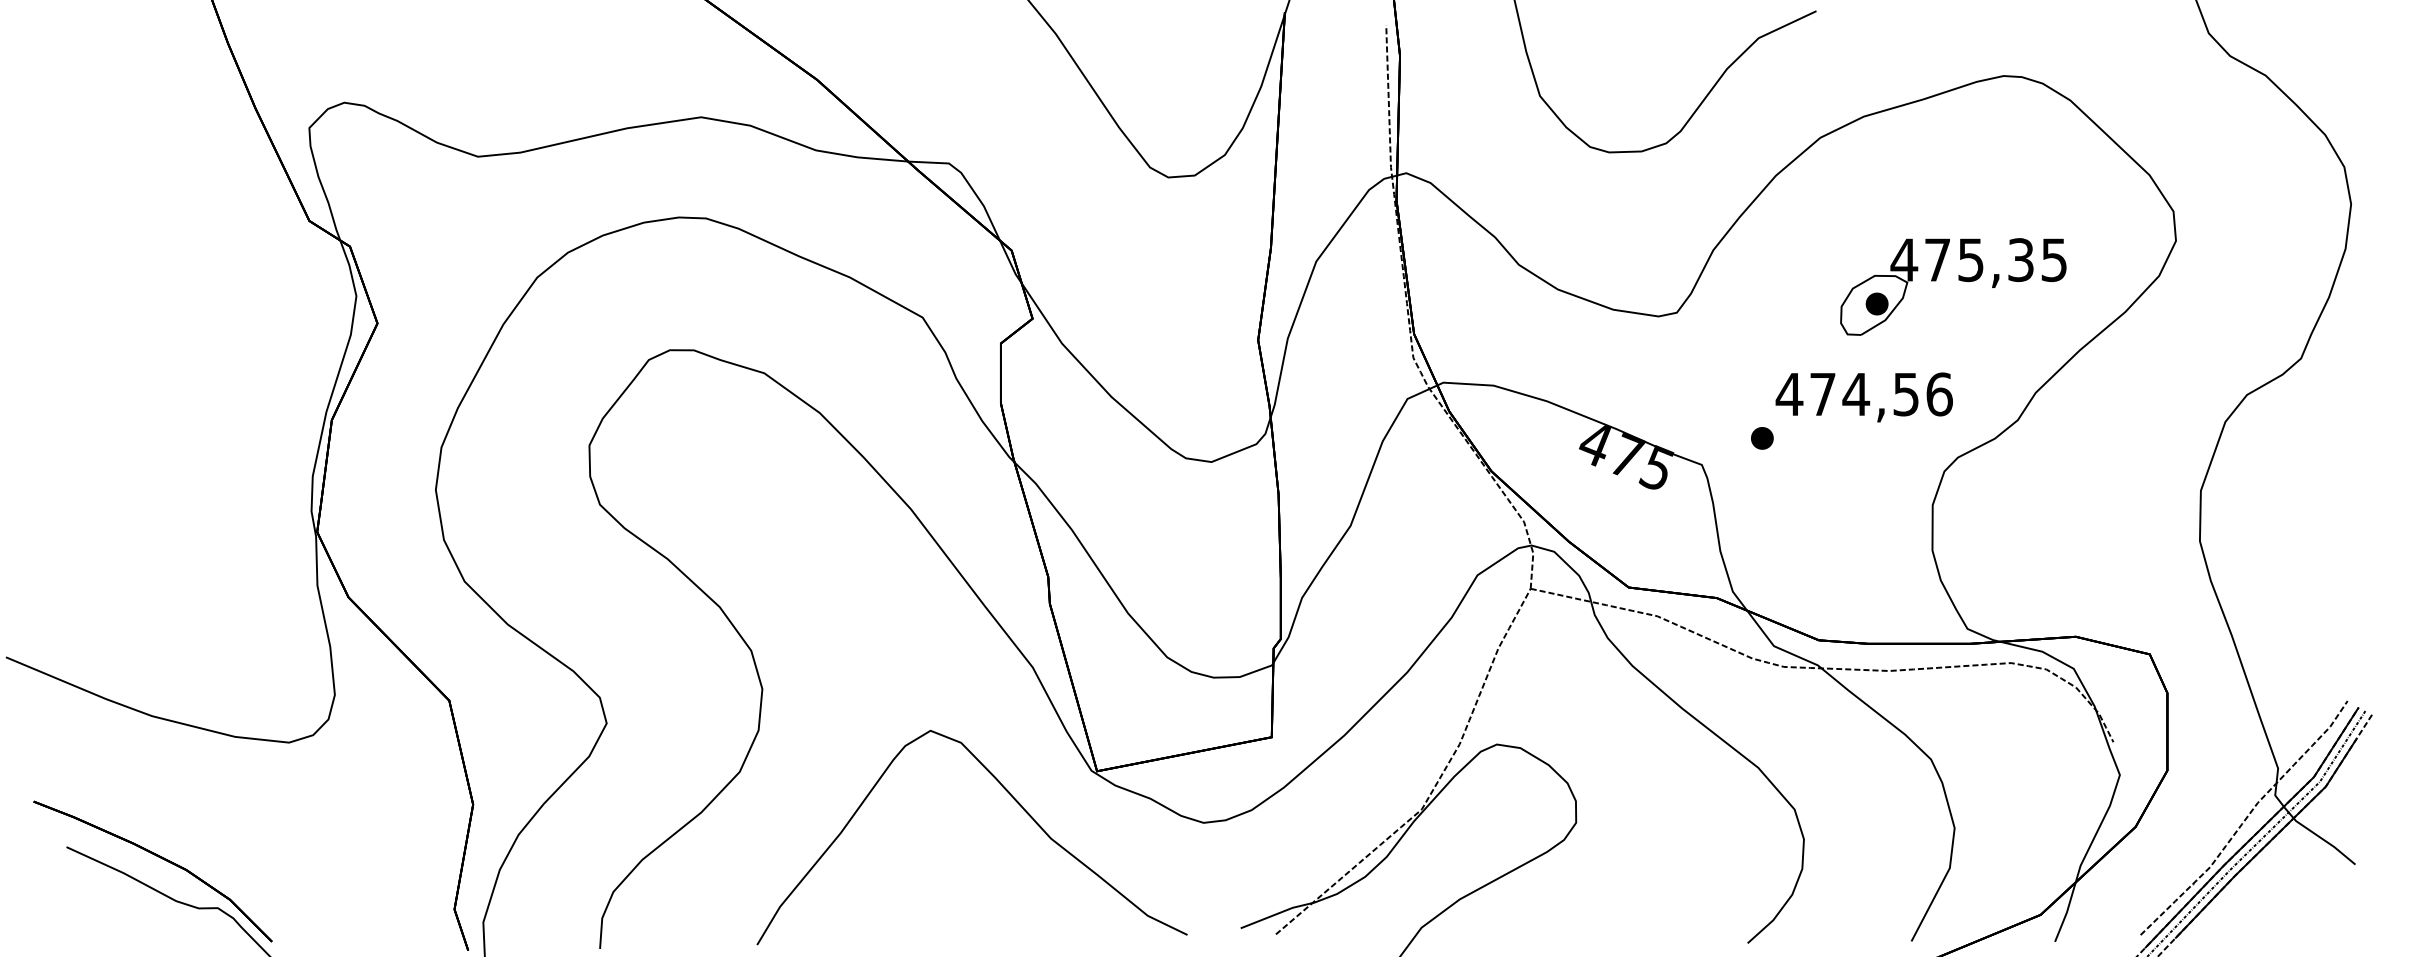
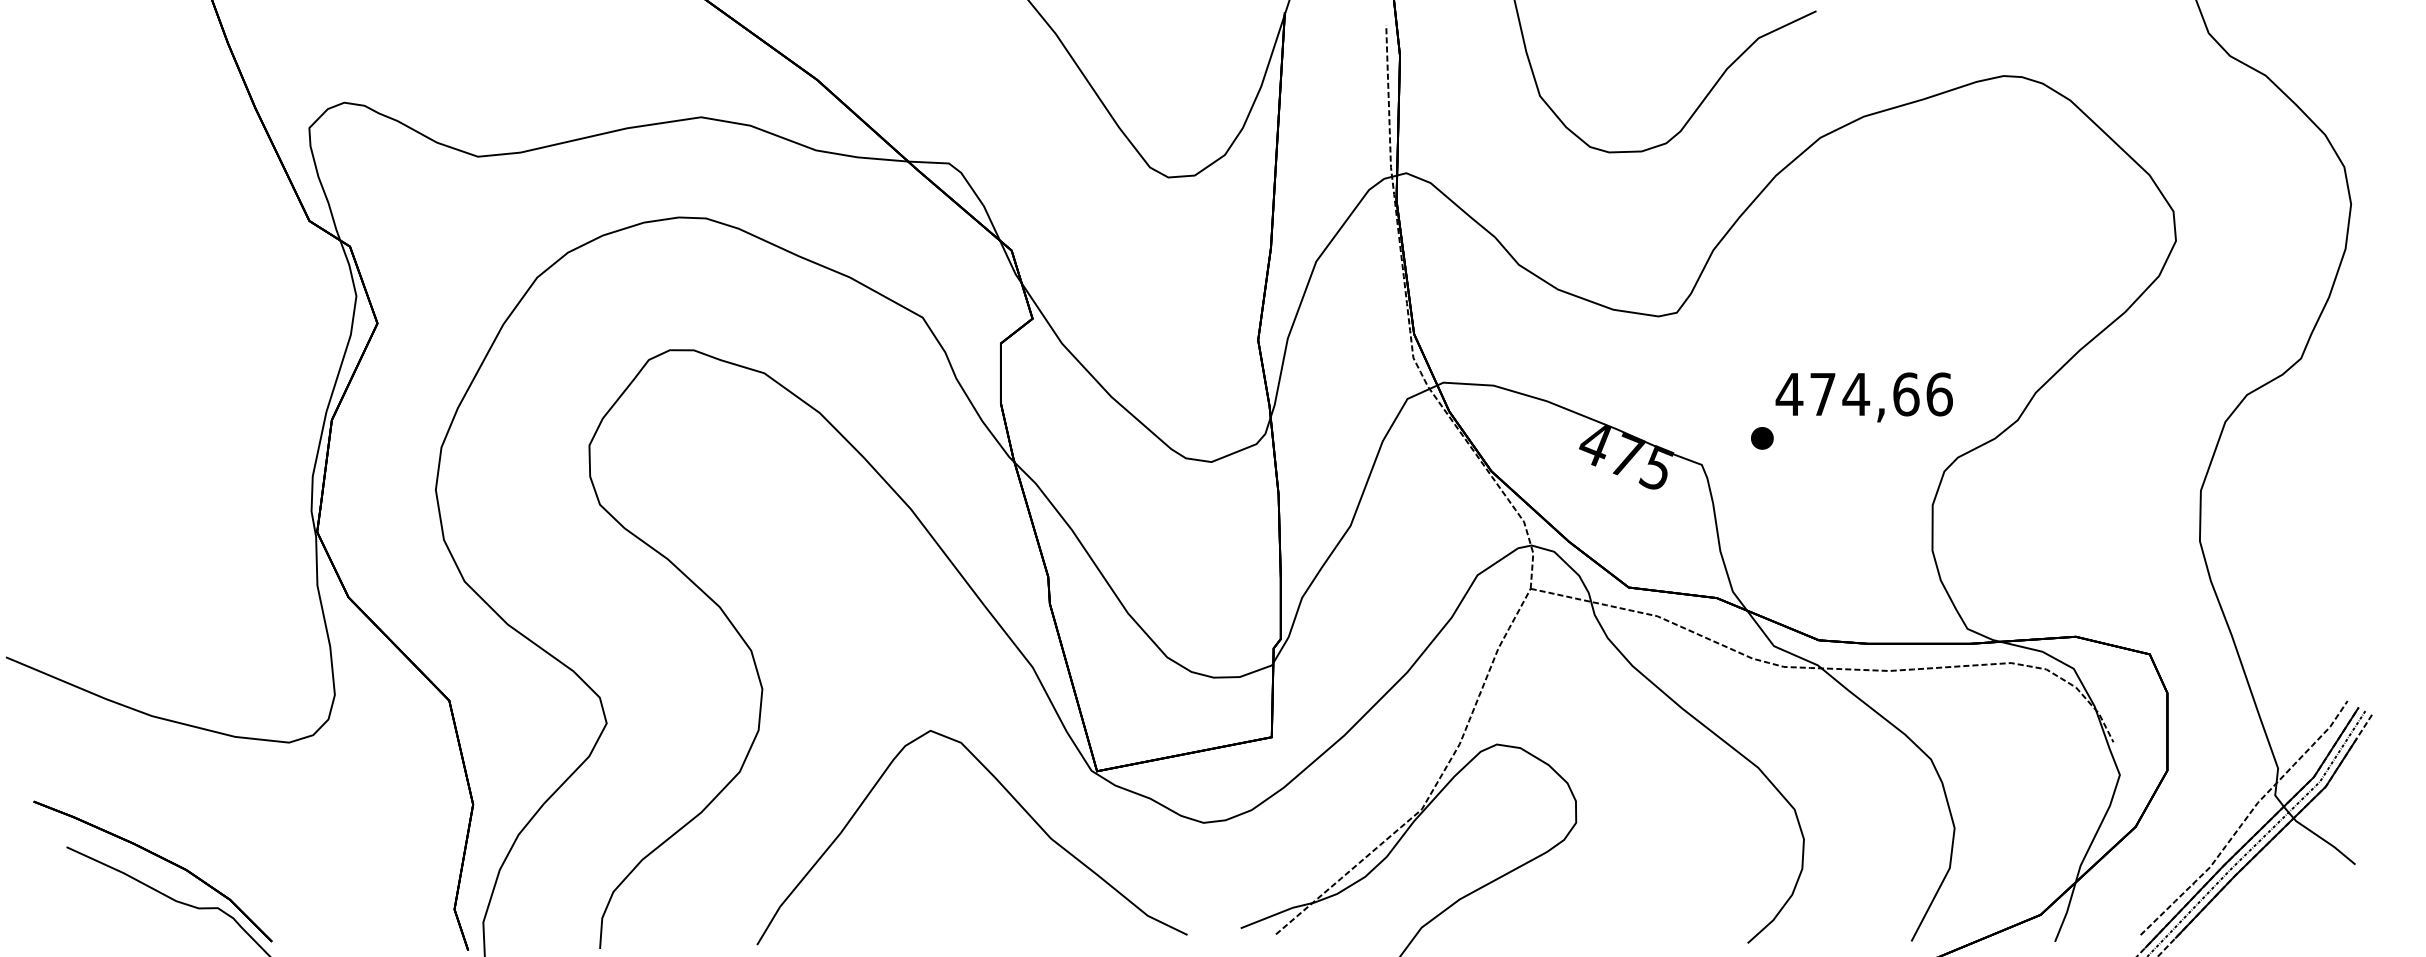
part at (1958, 280): present -> none
text at (1906, 394): 474,56 -> 474,66
